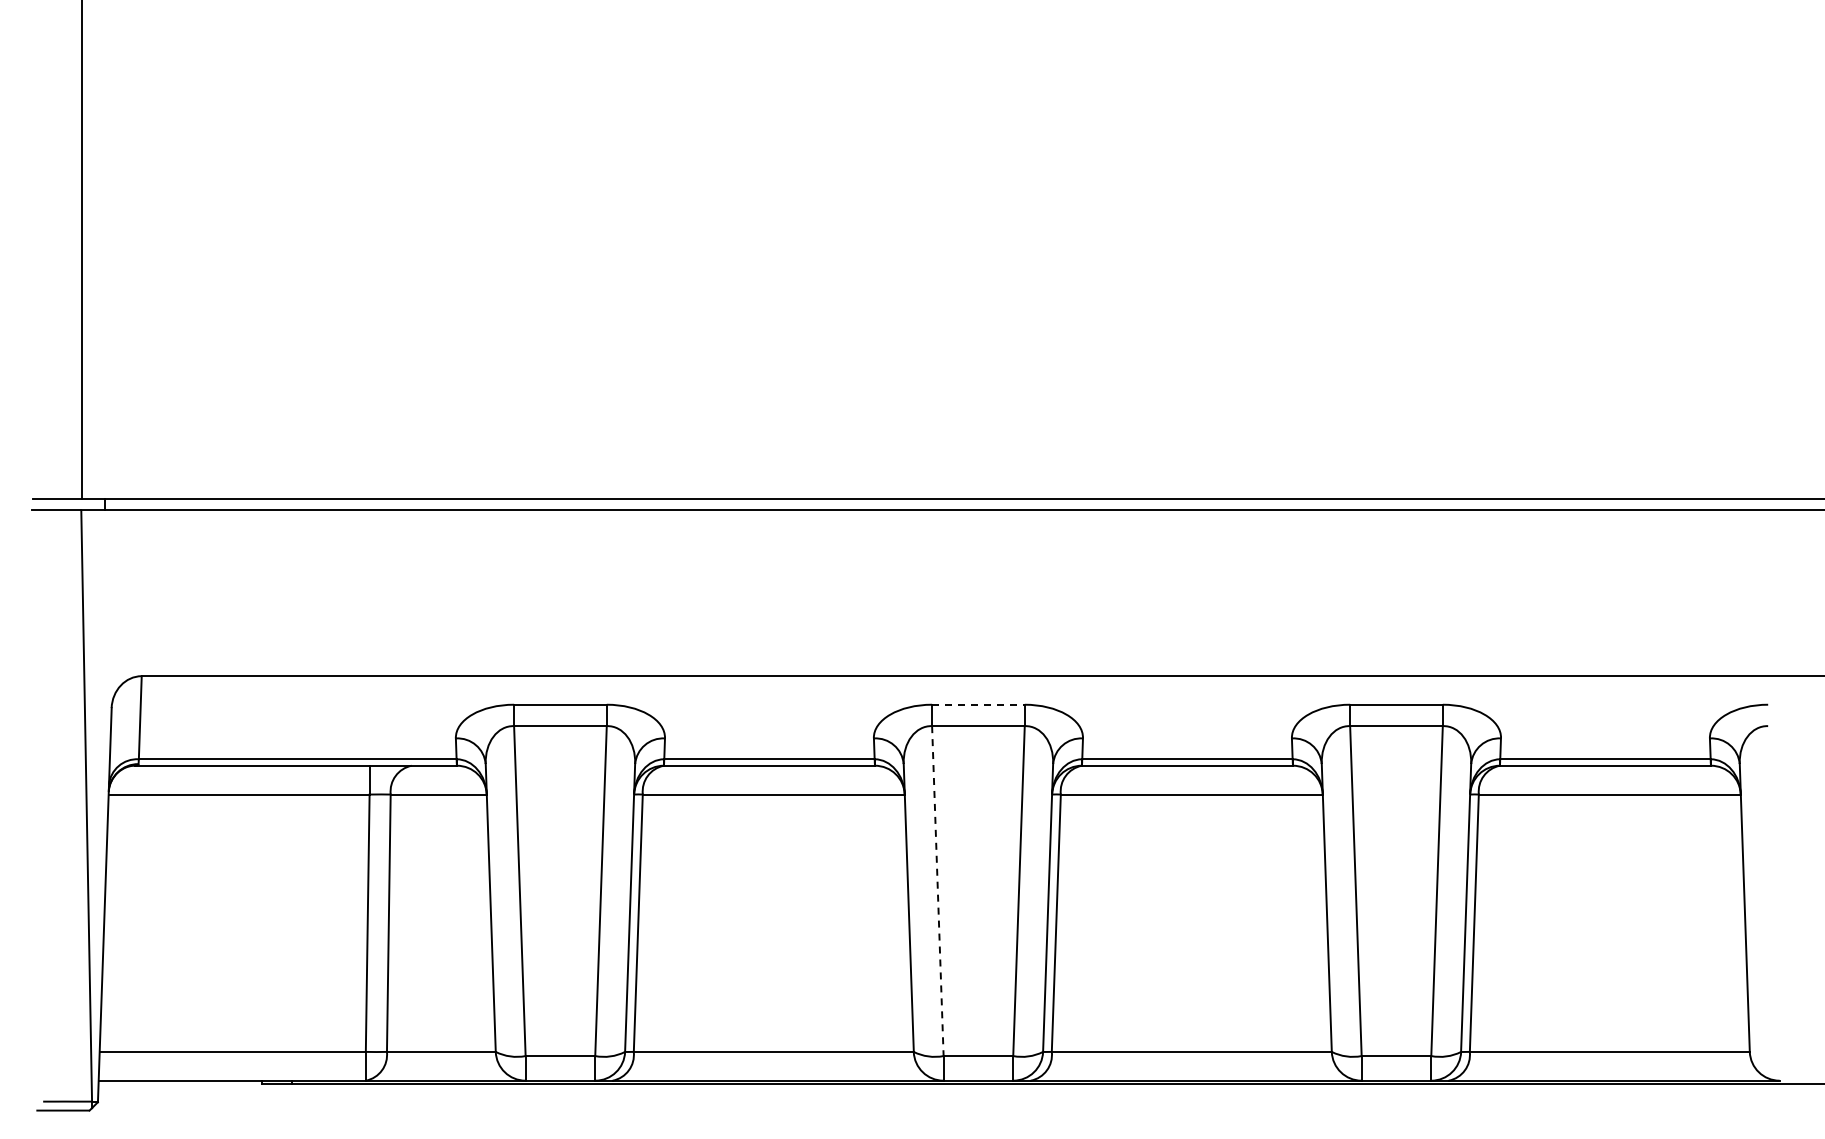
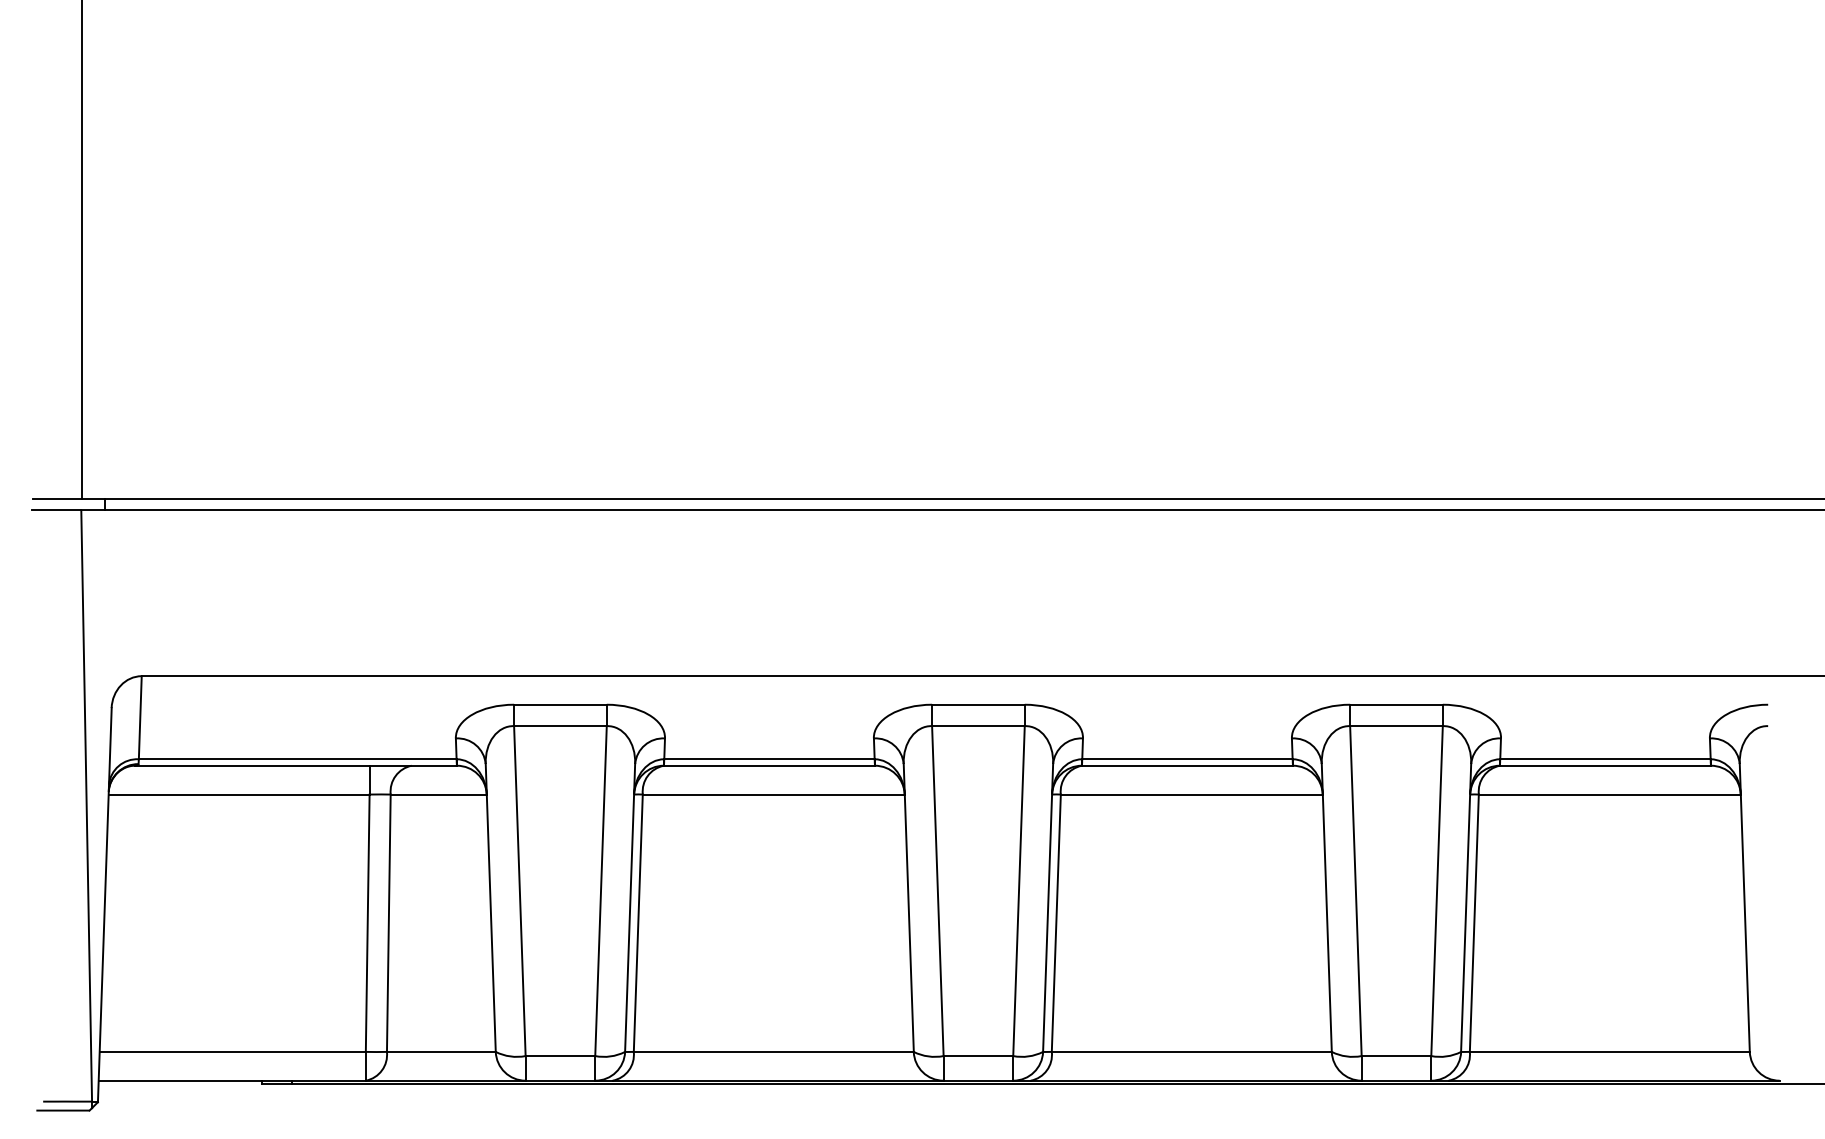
line at (978, 704): dashed -> solid
line at (937, 891): dashed -> solid
